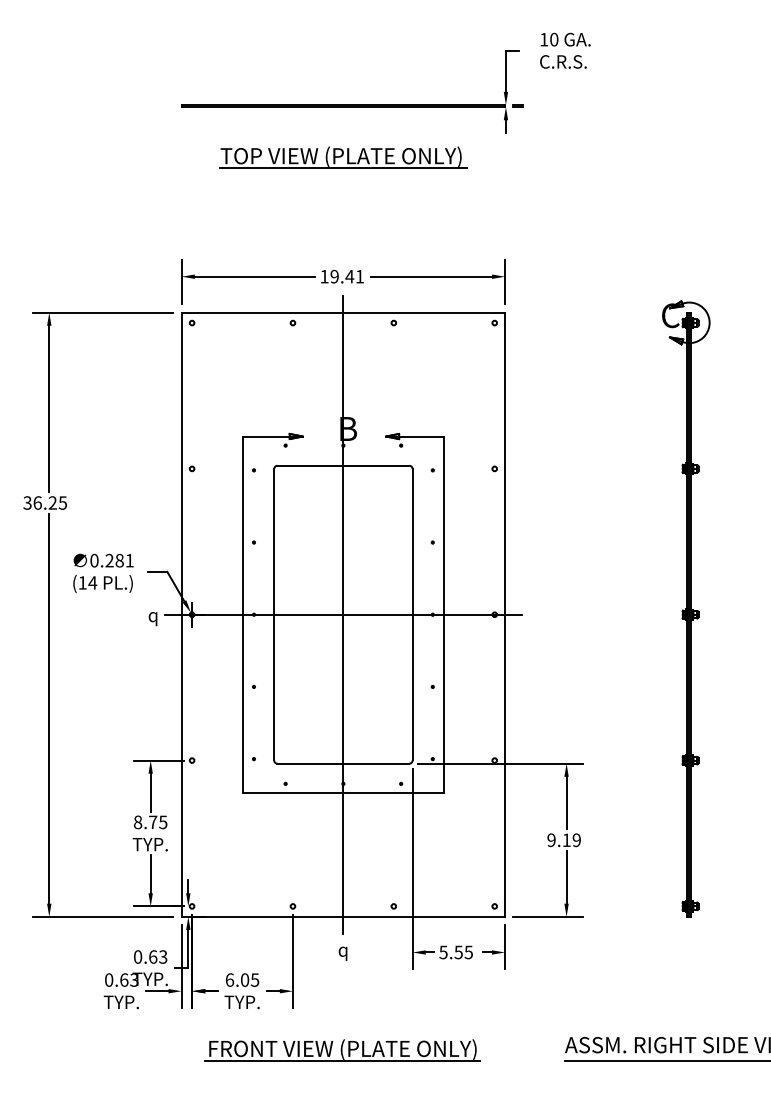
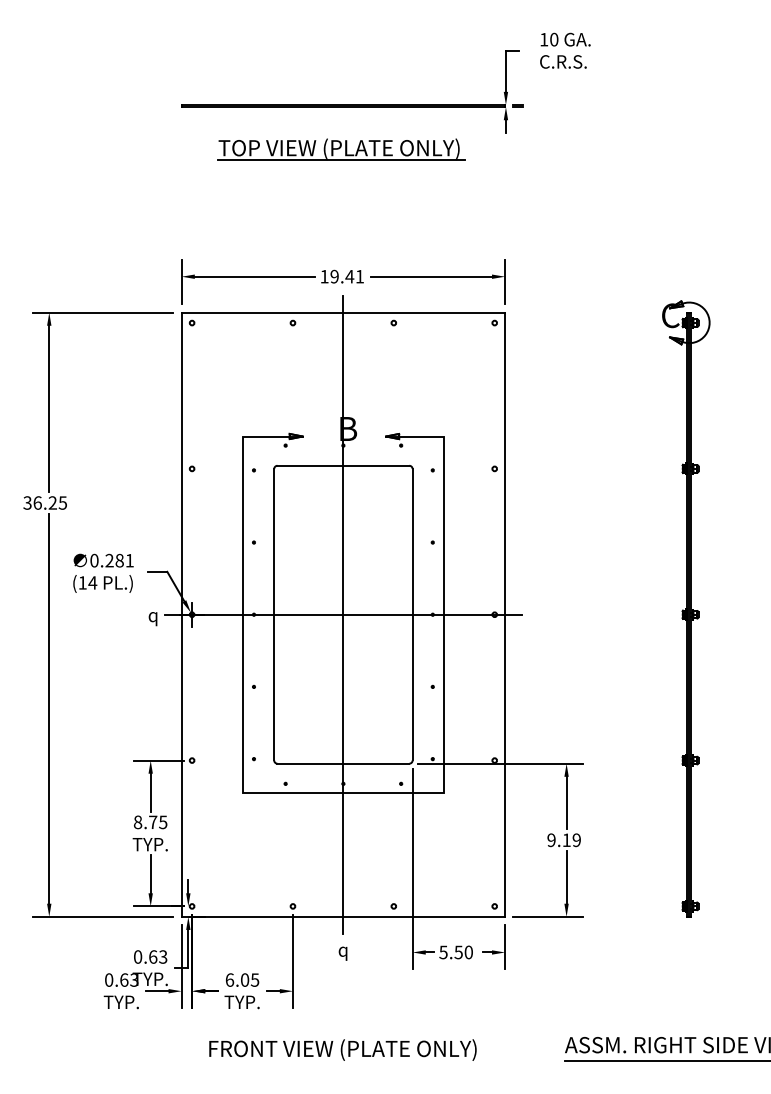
part at (343, 157) position: (343, 157) -> (341, 149)
text at (468, 952): 5.55 -> 5.50
line at (342, 1061): present -> none
